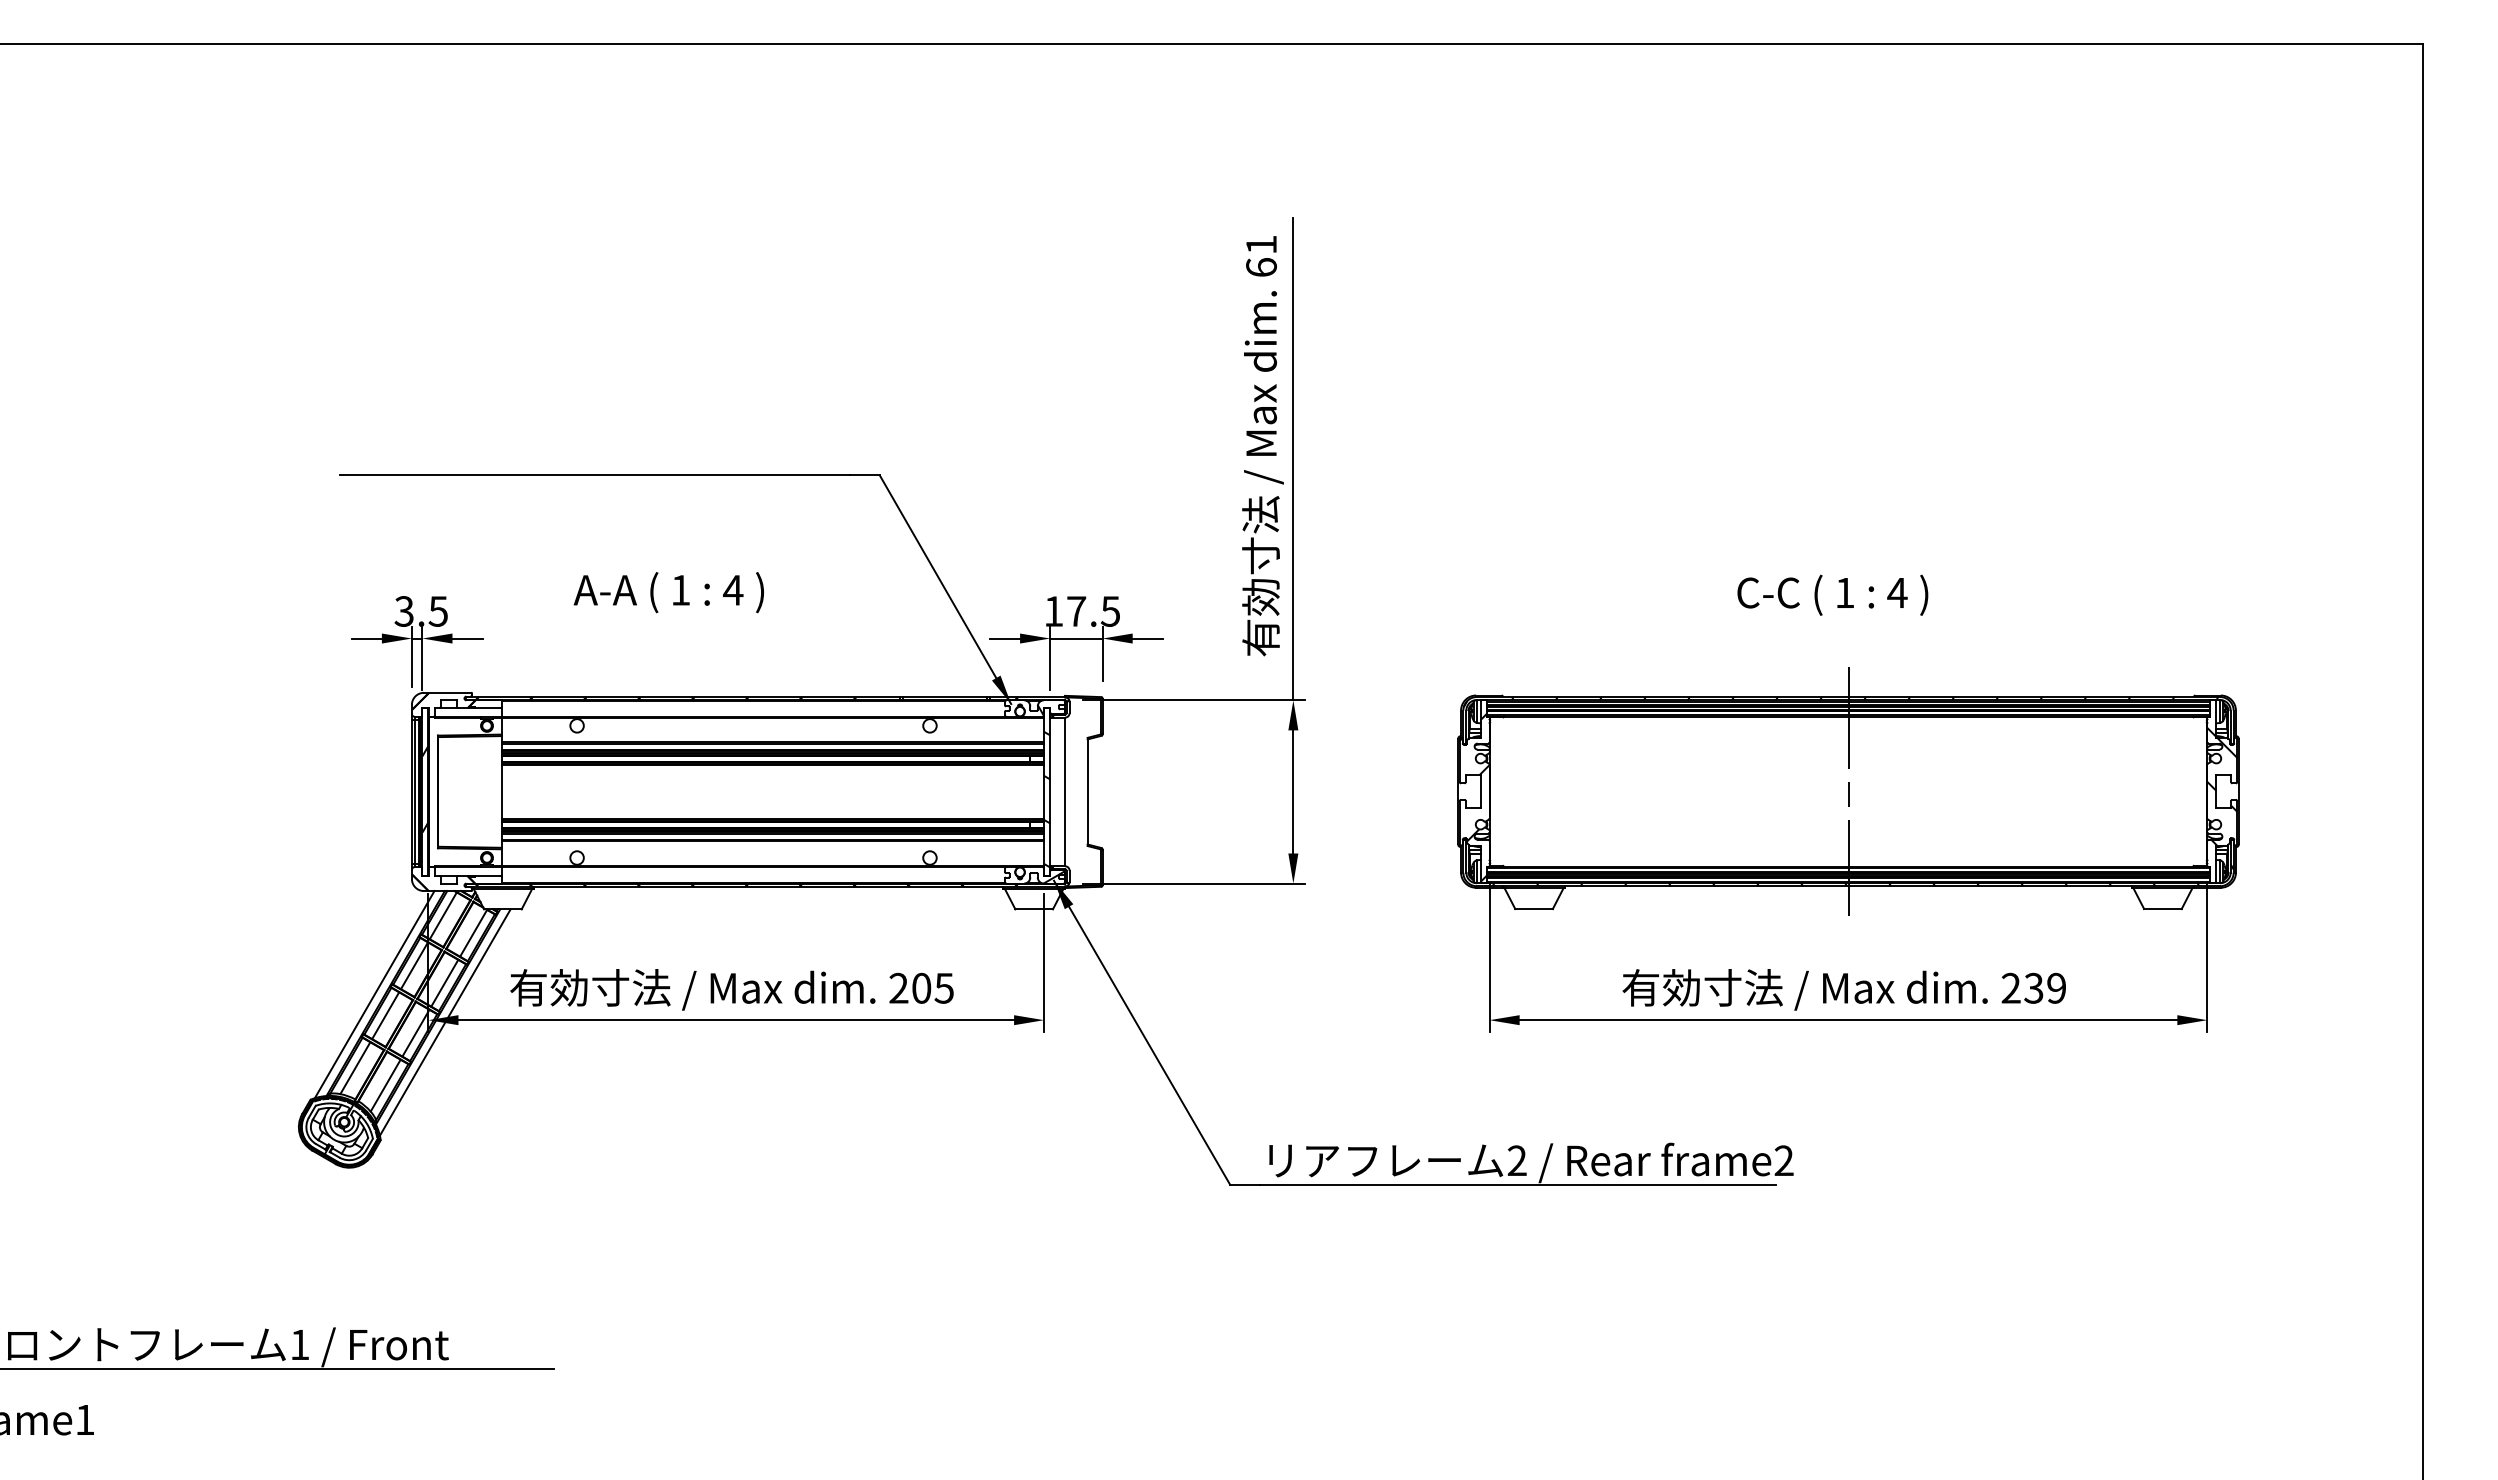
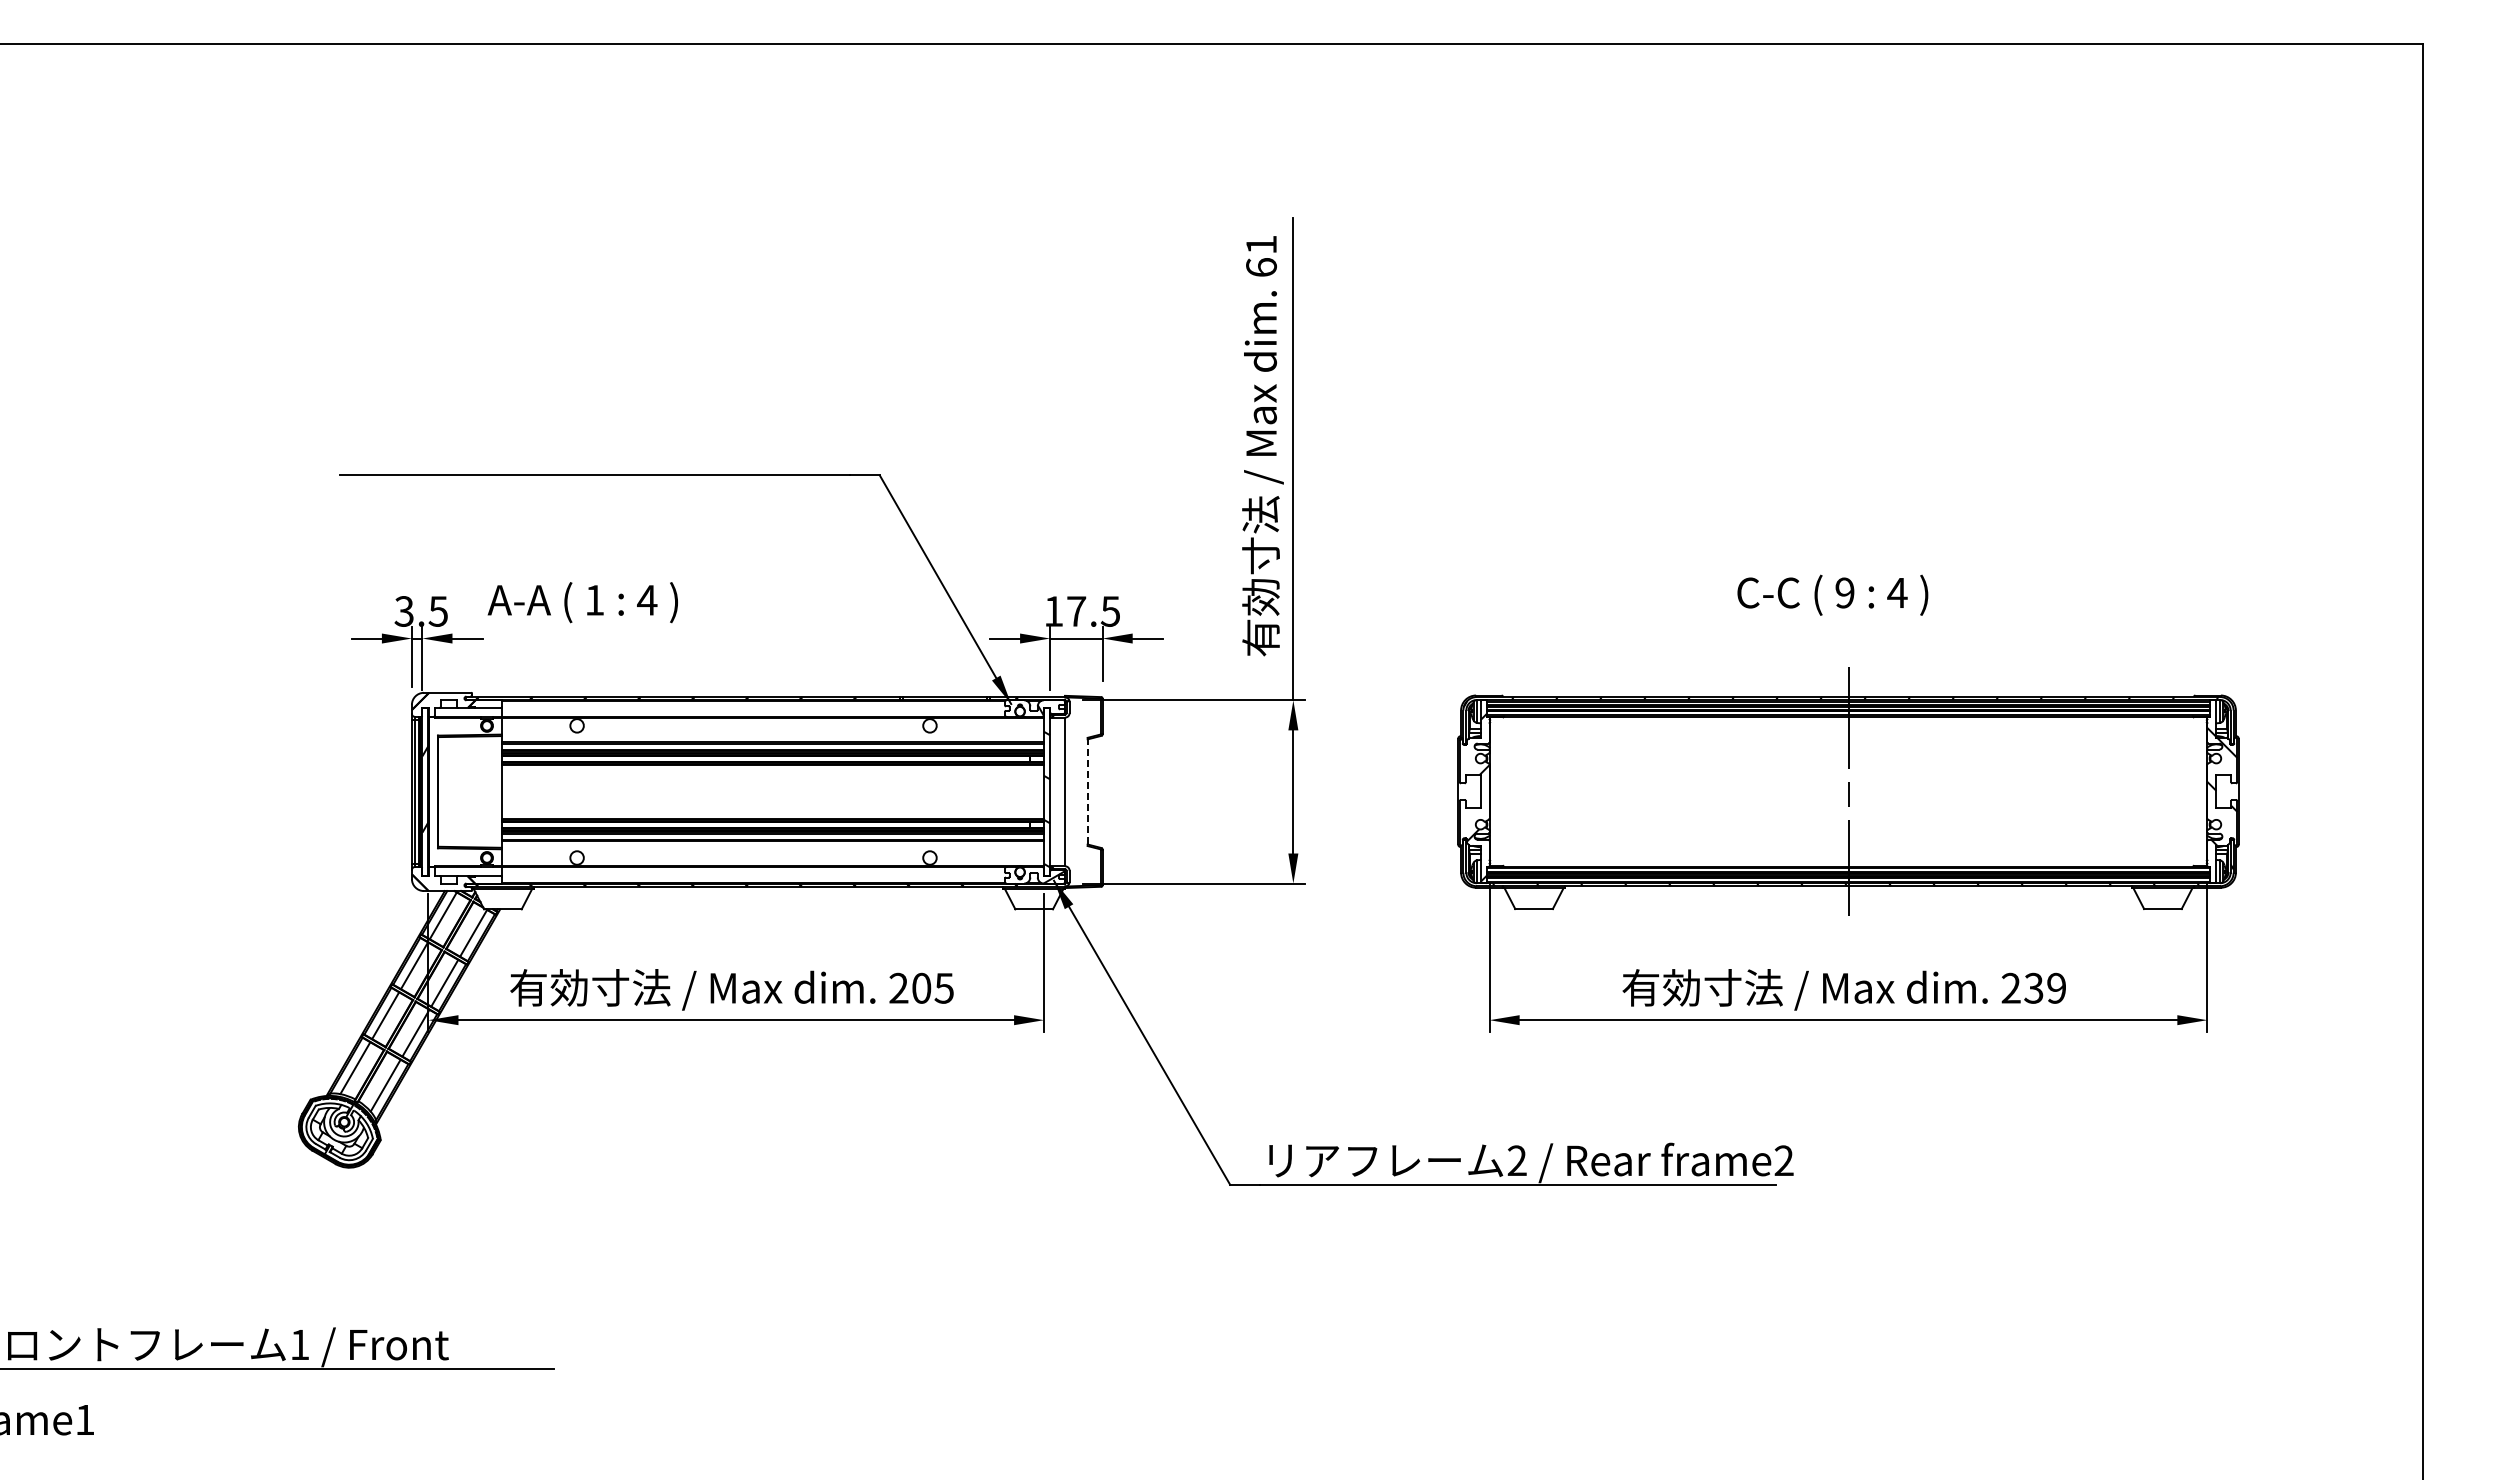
text at (668, 592) position: (668, 592) -> (582, 602)
text at (1844, 592): 1 -> 9
line at (1087, 792): solid -> dashed
line at (374, 994): present -> none
line at (444, 1022): present -> none
